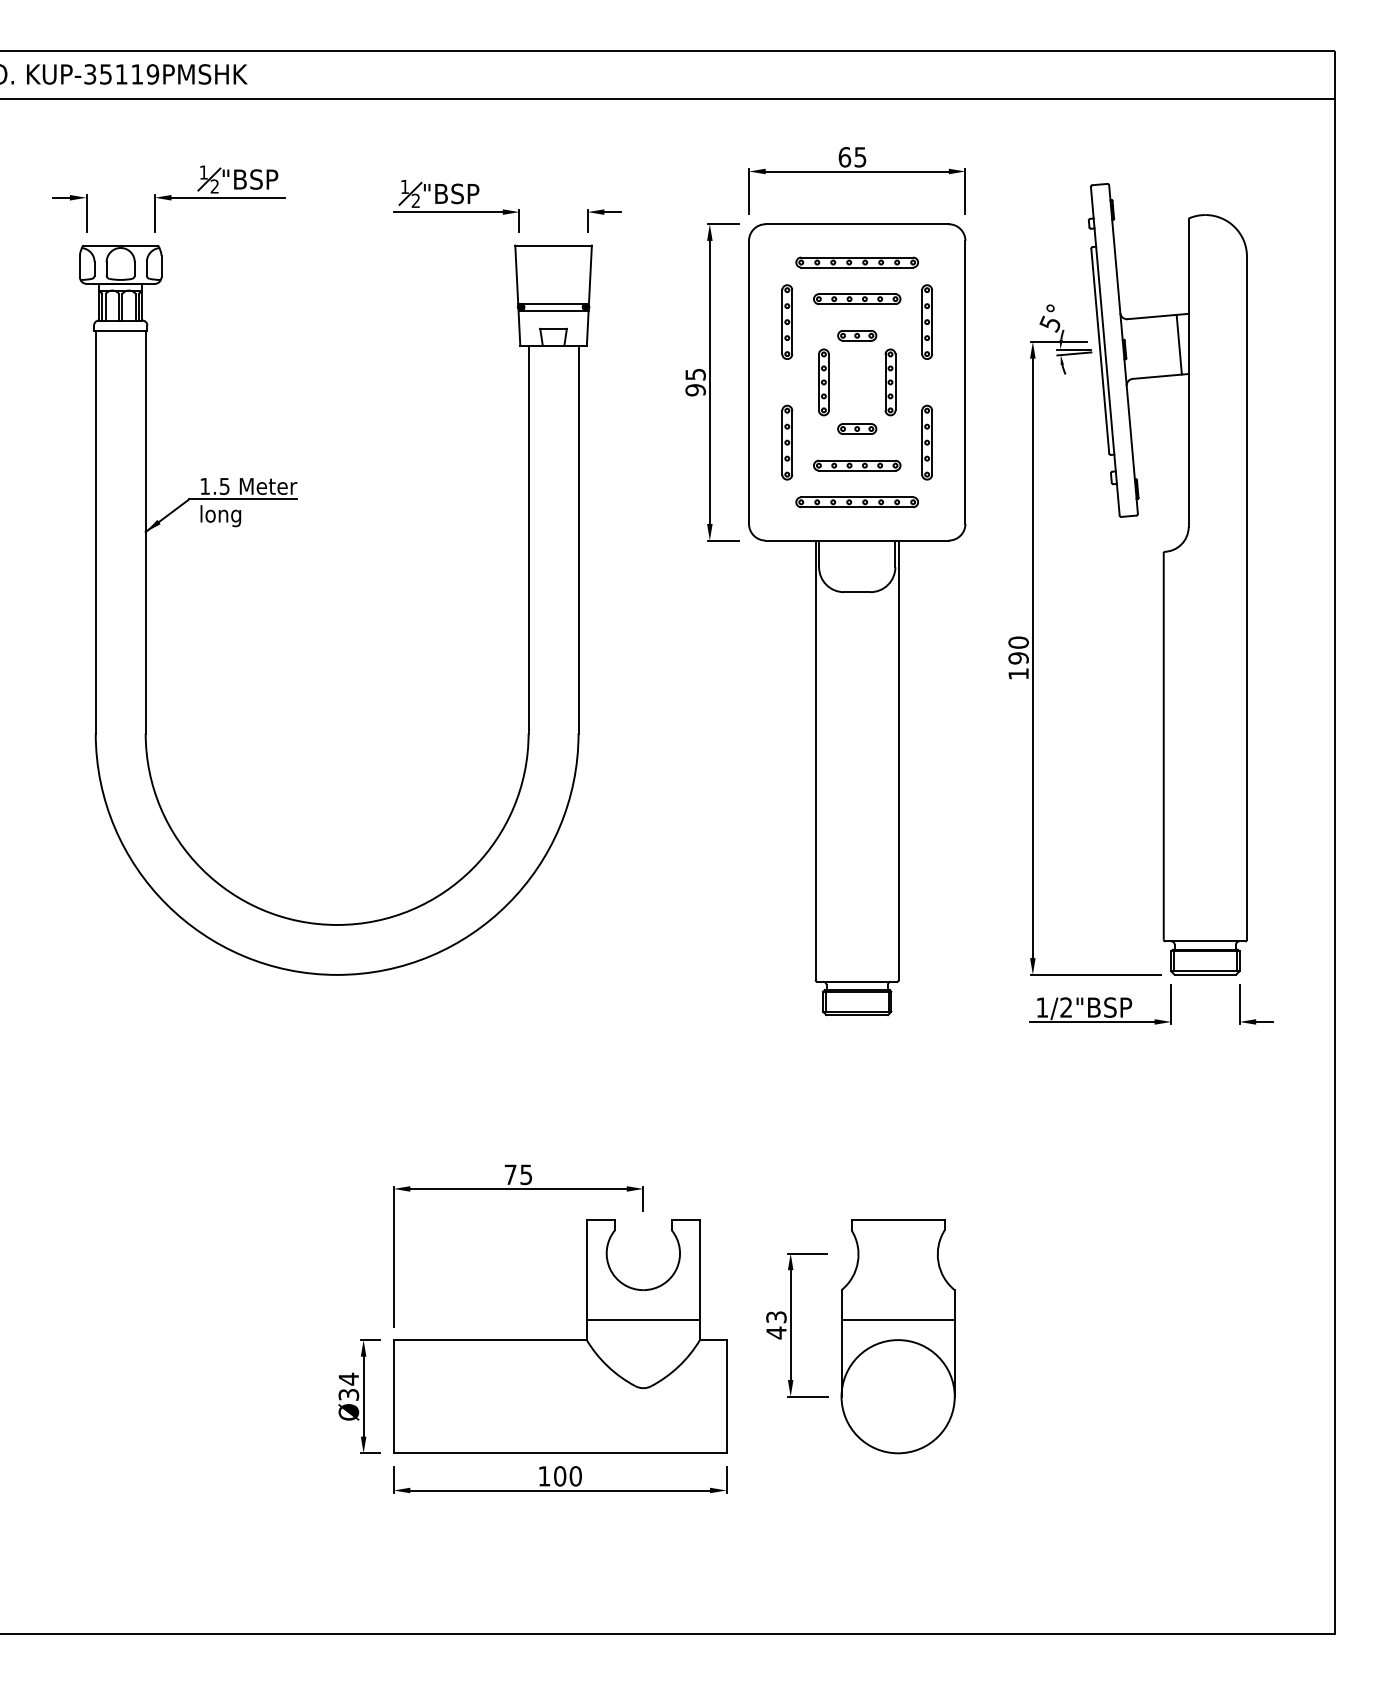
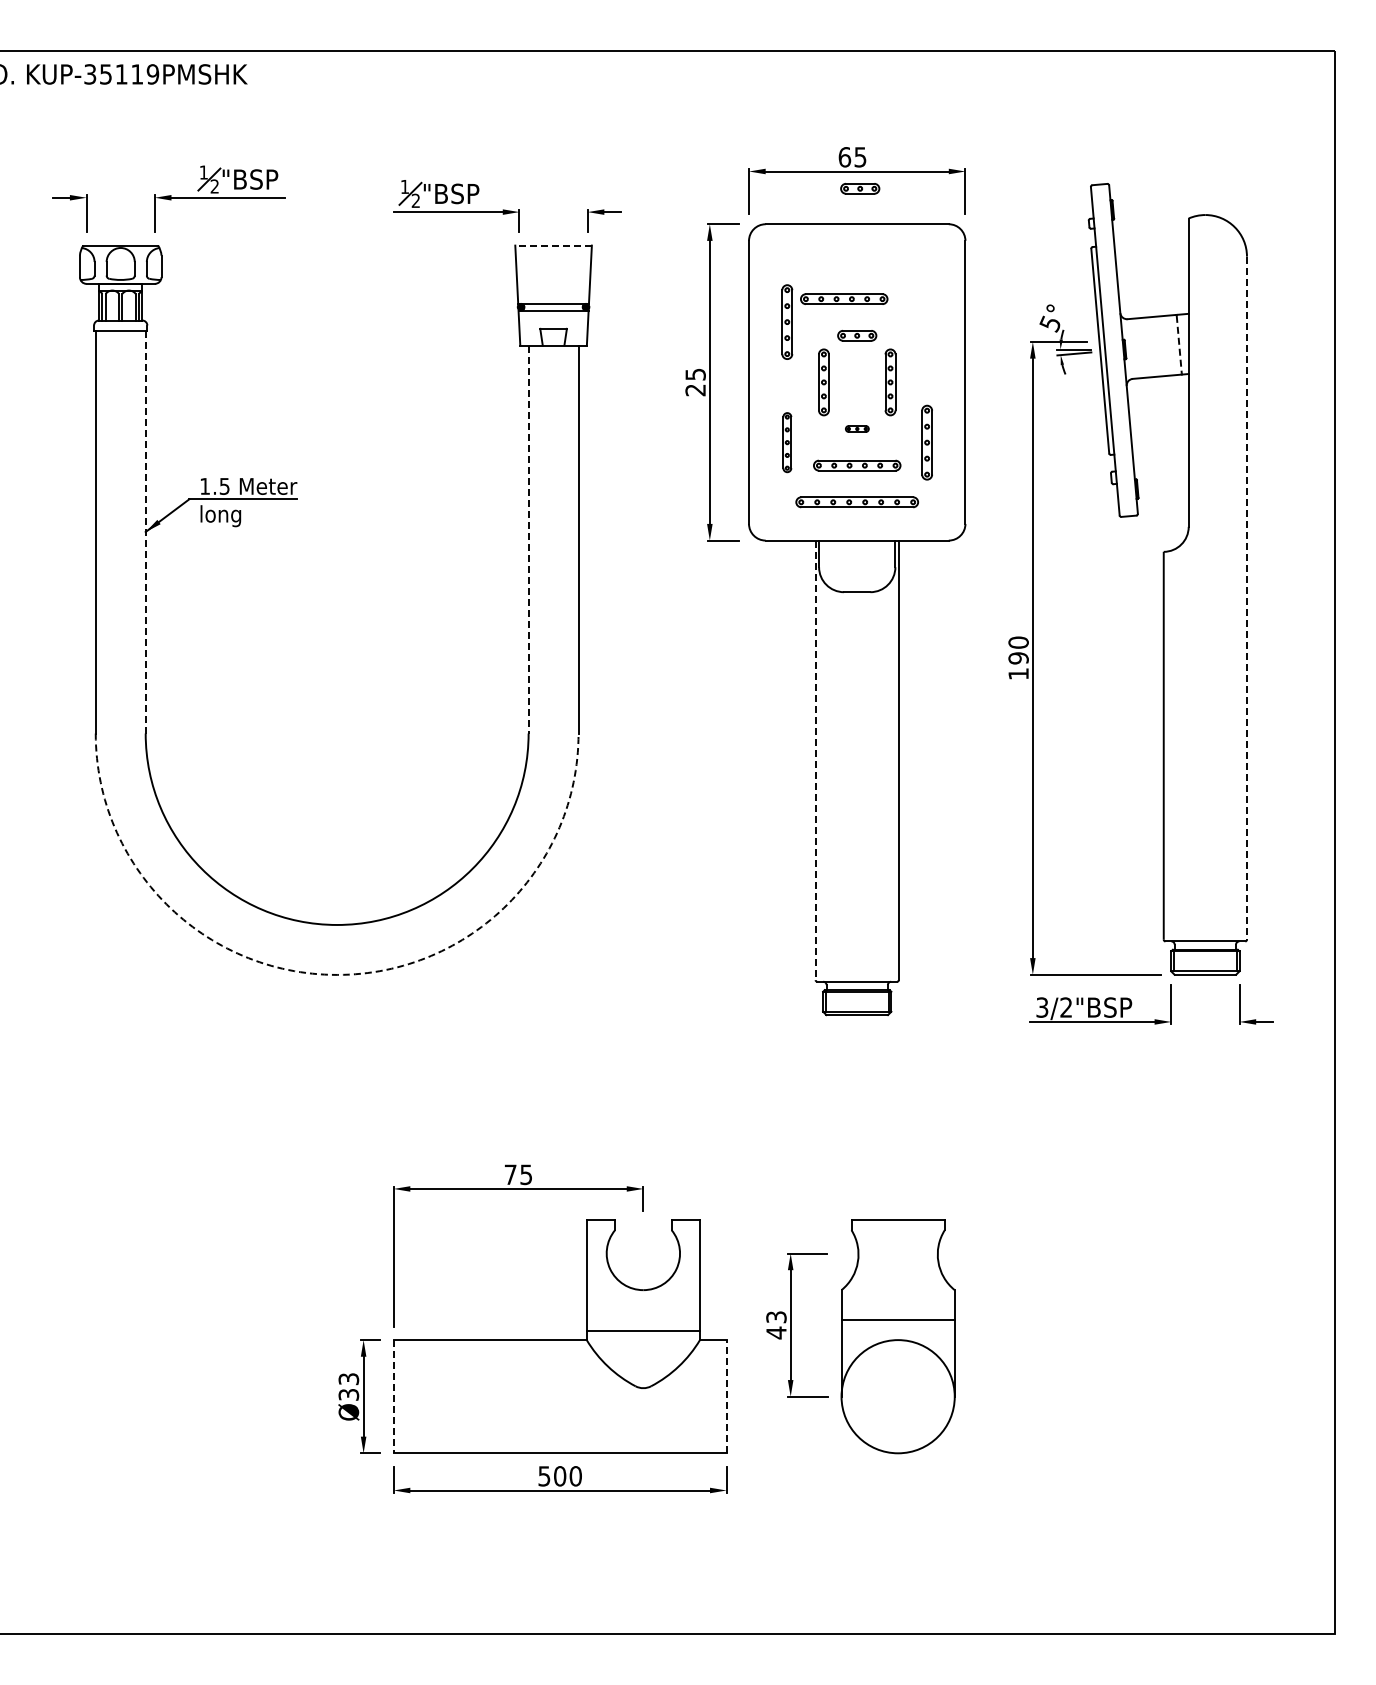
line at (668, 98): present -> none
part at (860, 188): none -> present
line at (553, 245): solid -> dashed
part at (857, 262): present -> none
part at (857, 298) position: (857, 298) -> (844, 298)
part at (926, 321): present -> none
line at (1179, 344): solid -> dashed
text at (695, 390): 95 -> 25
part at (857, 428) size: 41x12 px -> 25x8 px
part at (787, 442) size: 13x77 px -> 11x62 px
line at (145, 532): solid -> dashed
line at (528, 540): solid -> dashed
line at (1246, 598): solid -> dashed
line at (815, 760): solid -> dashed
arc at (337, 974): solid -> dashed
text at (1042, 1007): 1/2"BSP -> 3/2"BSP
line at (642, 1320) position: (642, 1320) -> (642, 1331)
text at (348, 1378): Ø34 -> Ø33
line at (393, 1396): solid -> dashed
line at (726, 1396): solid -> dashed
text at (544, 1476): 100 -> 500
